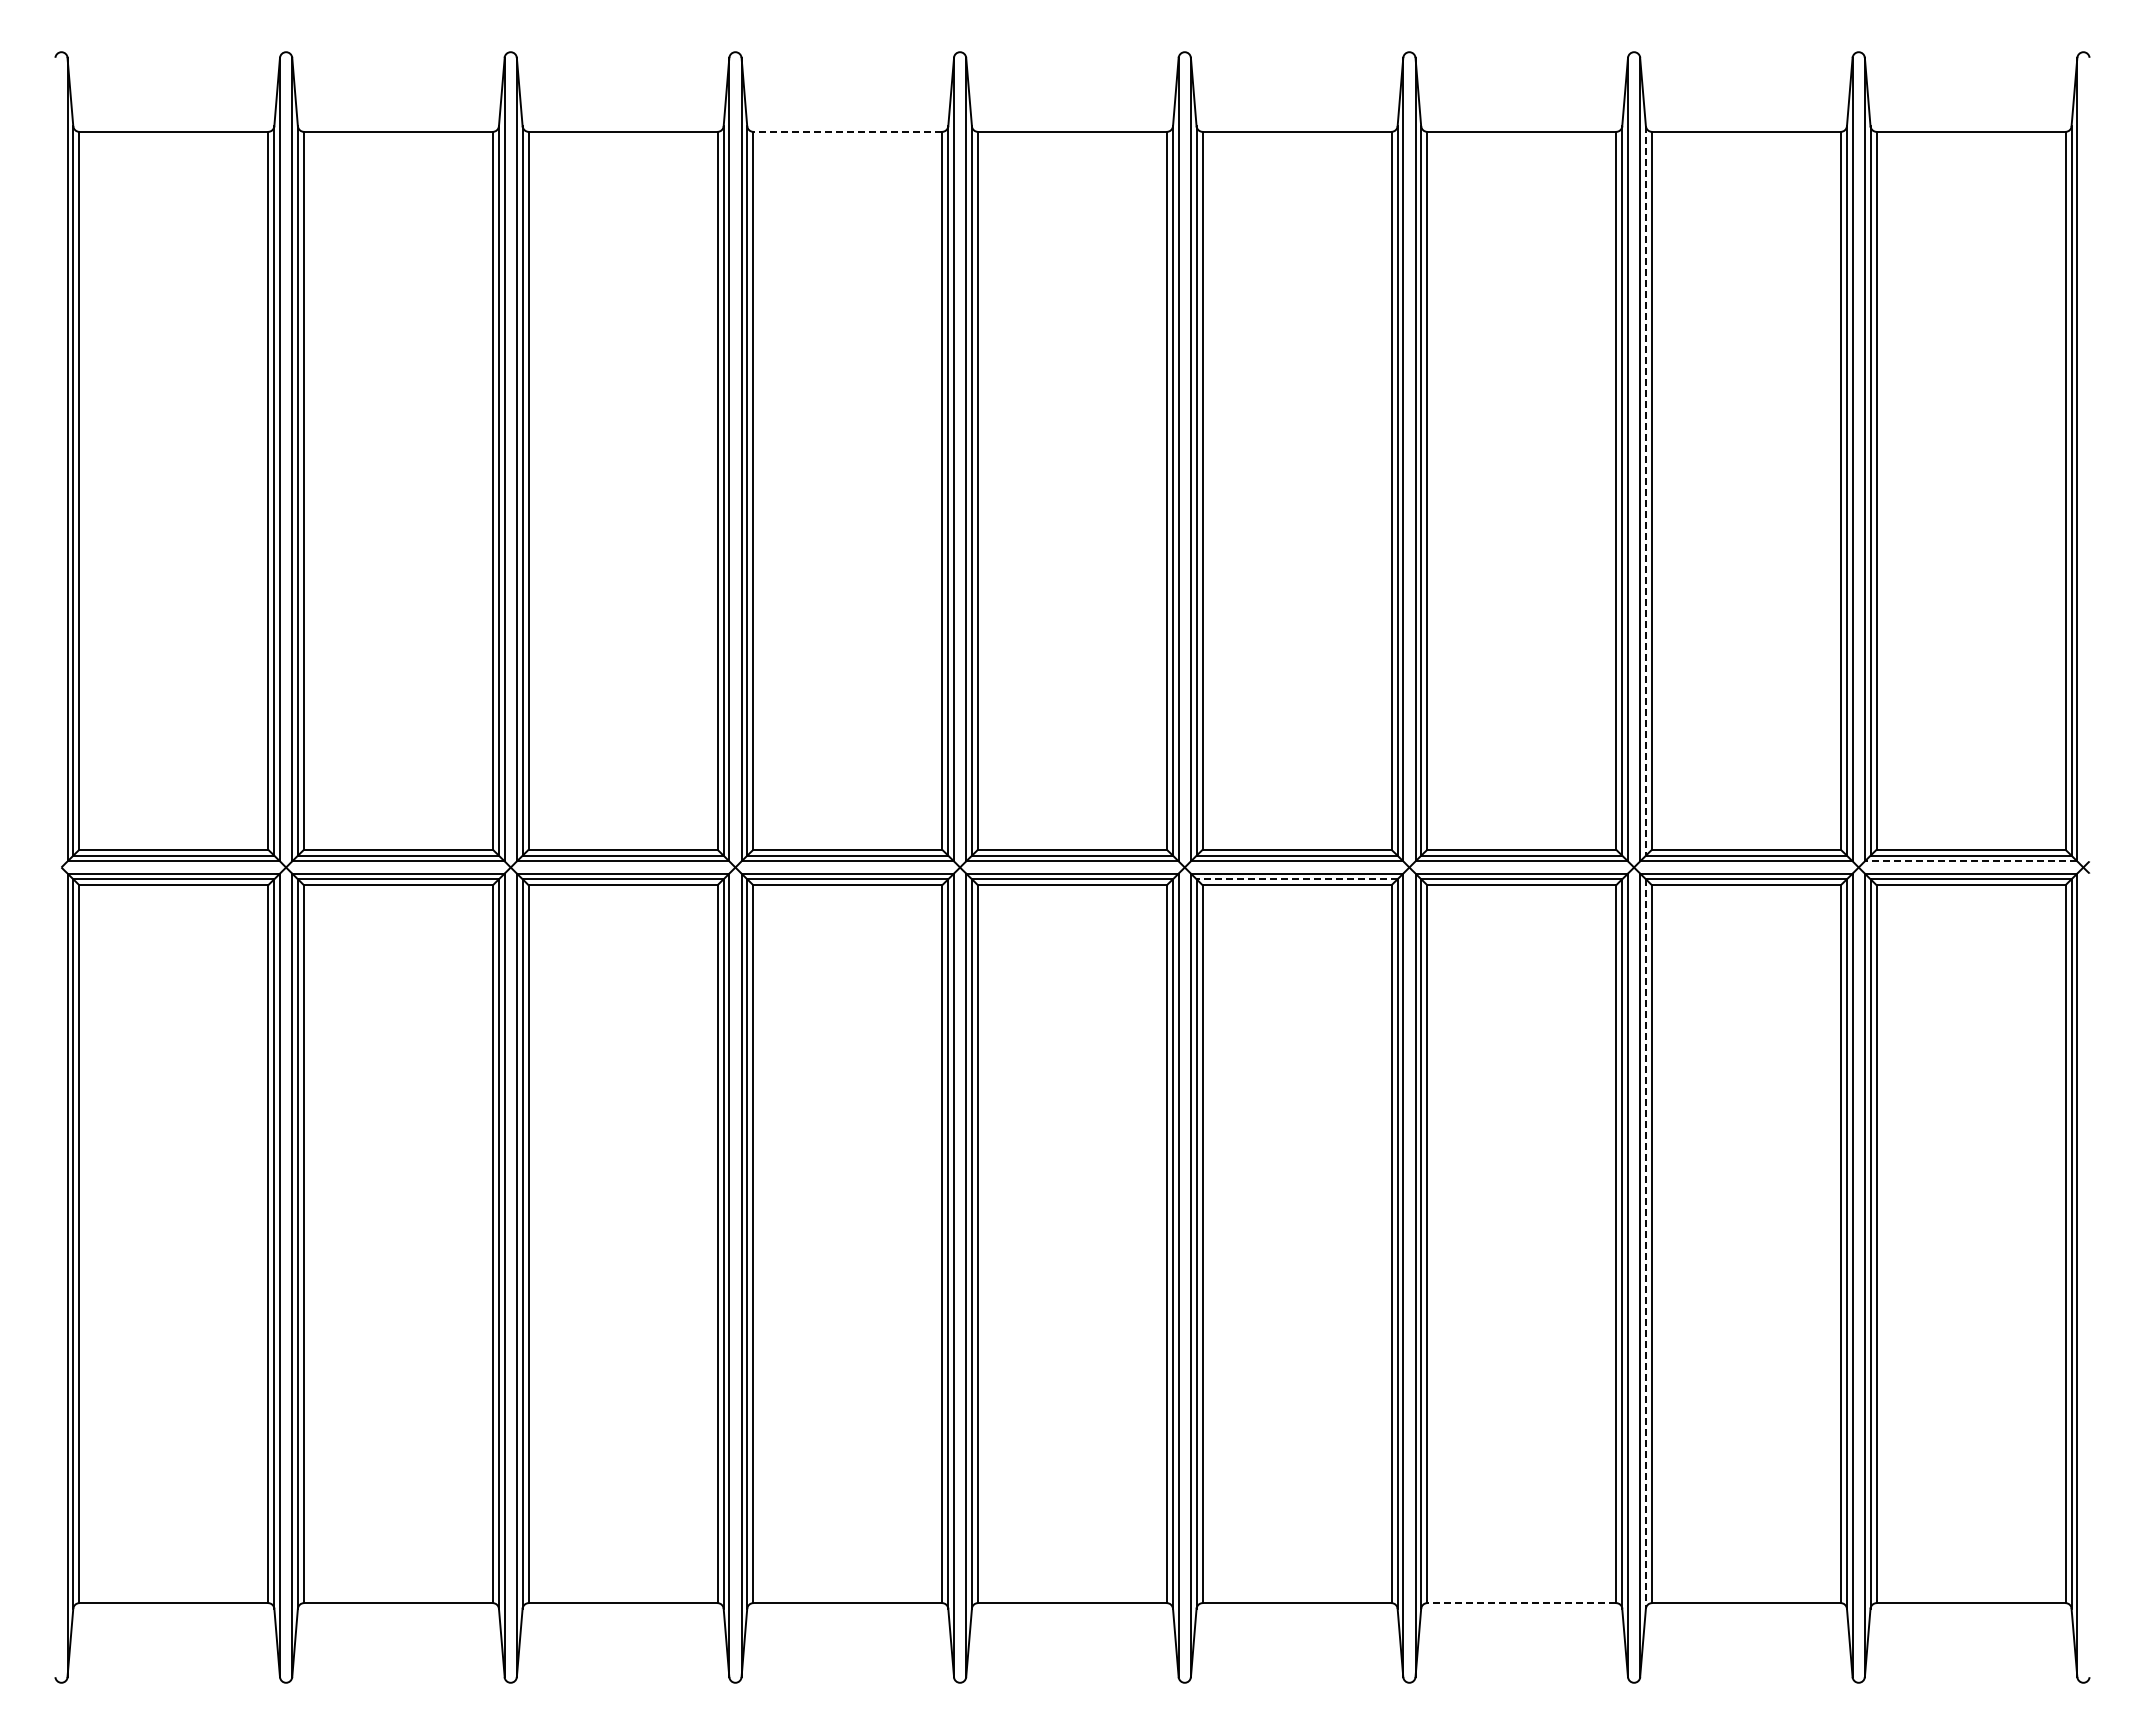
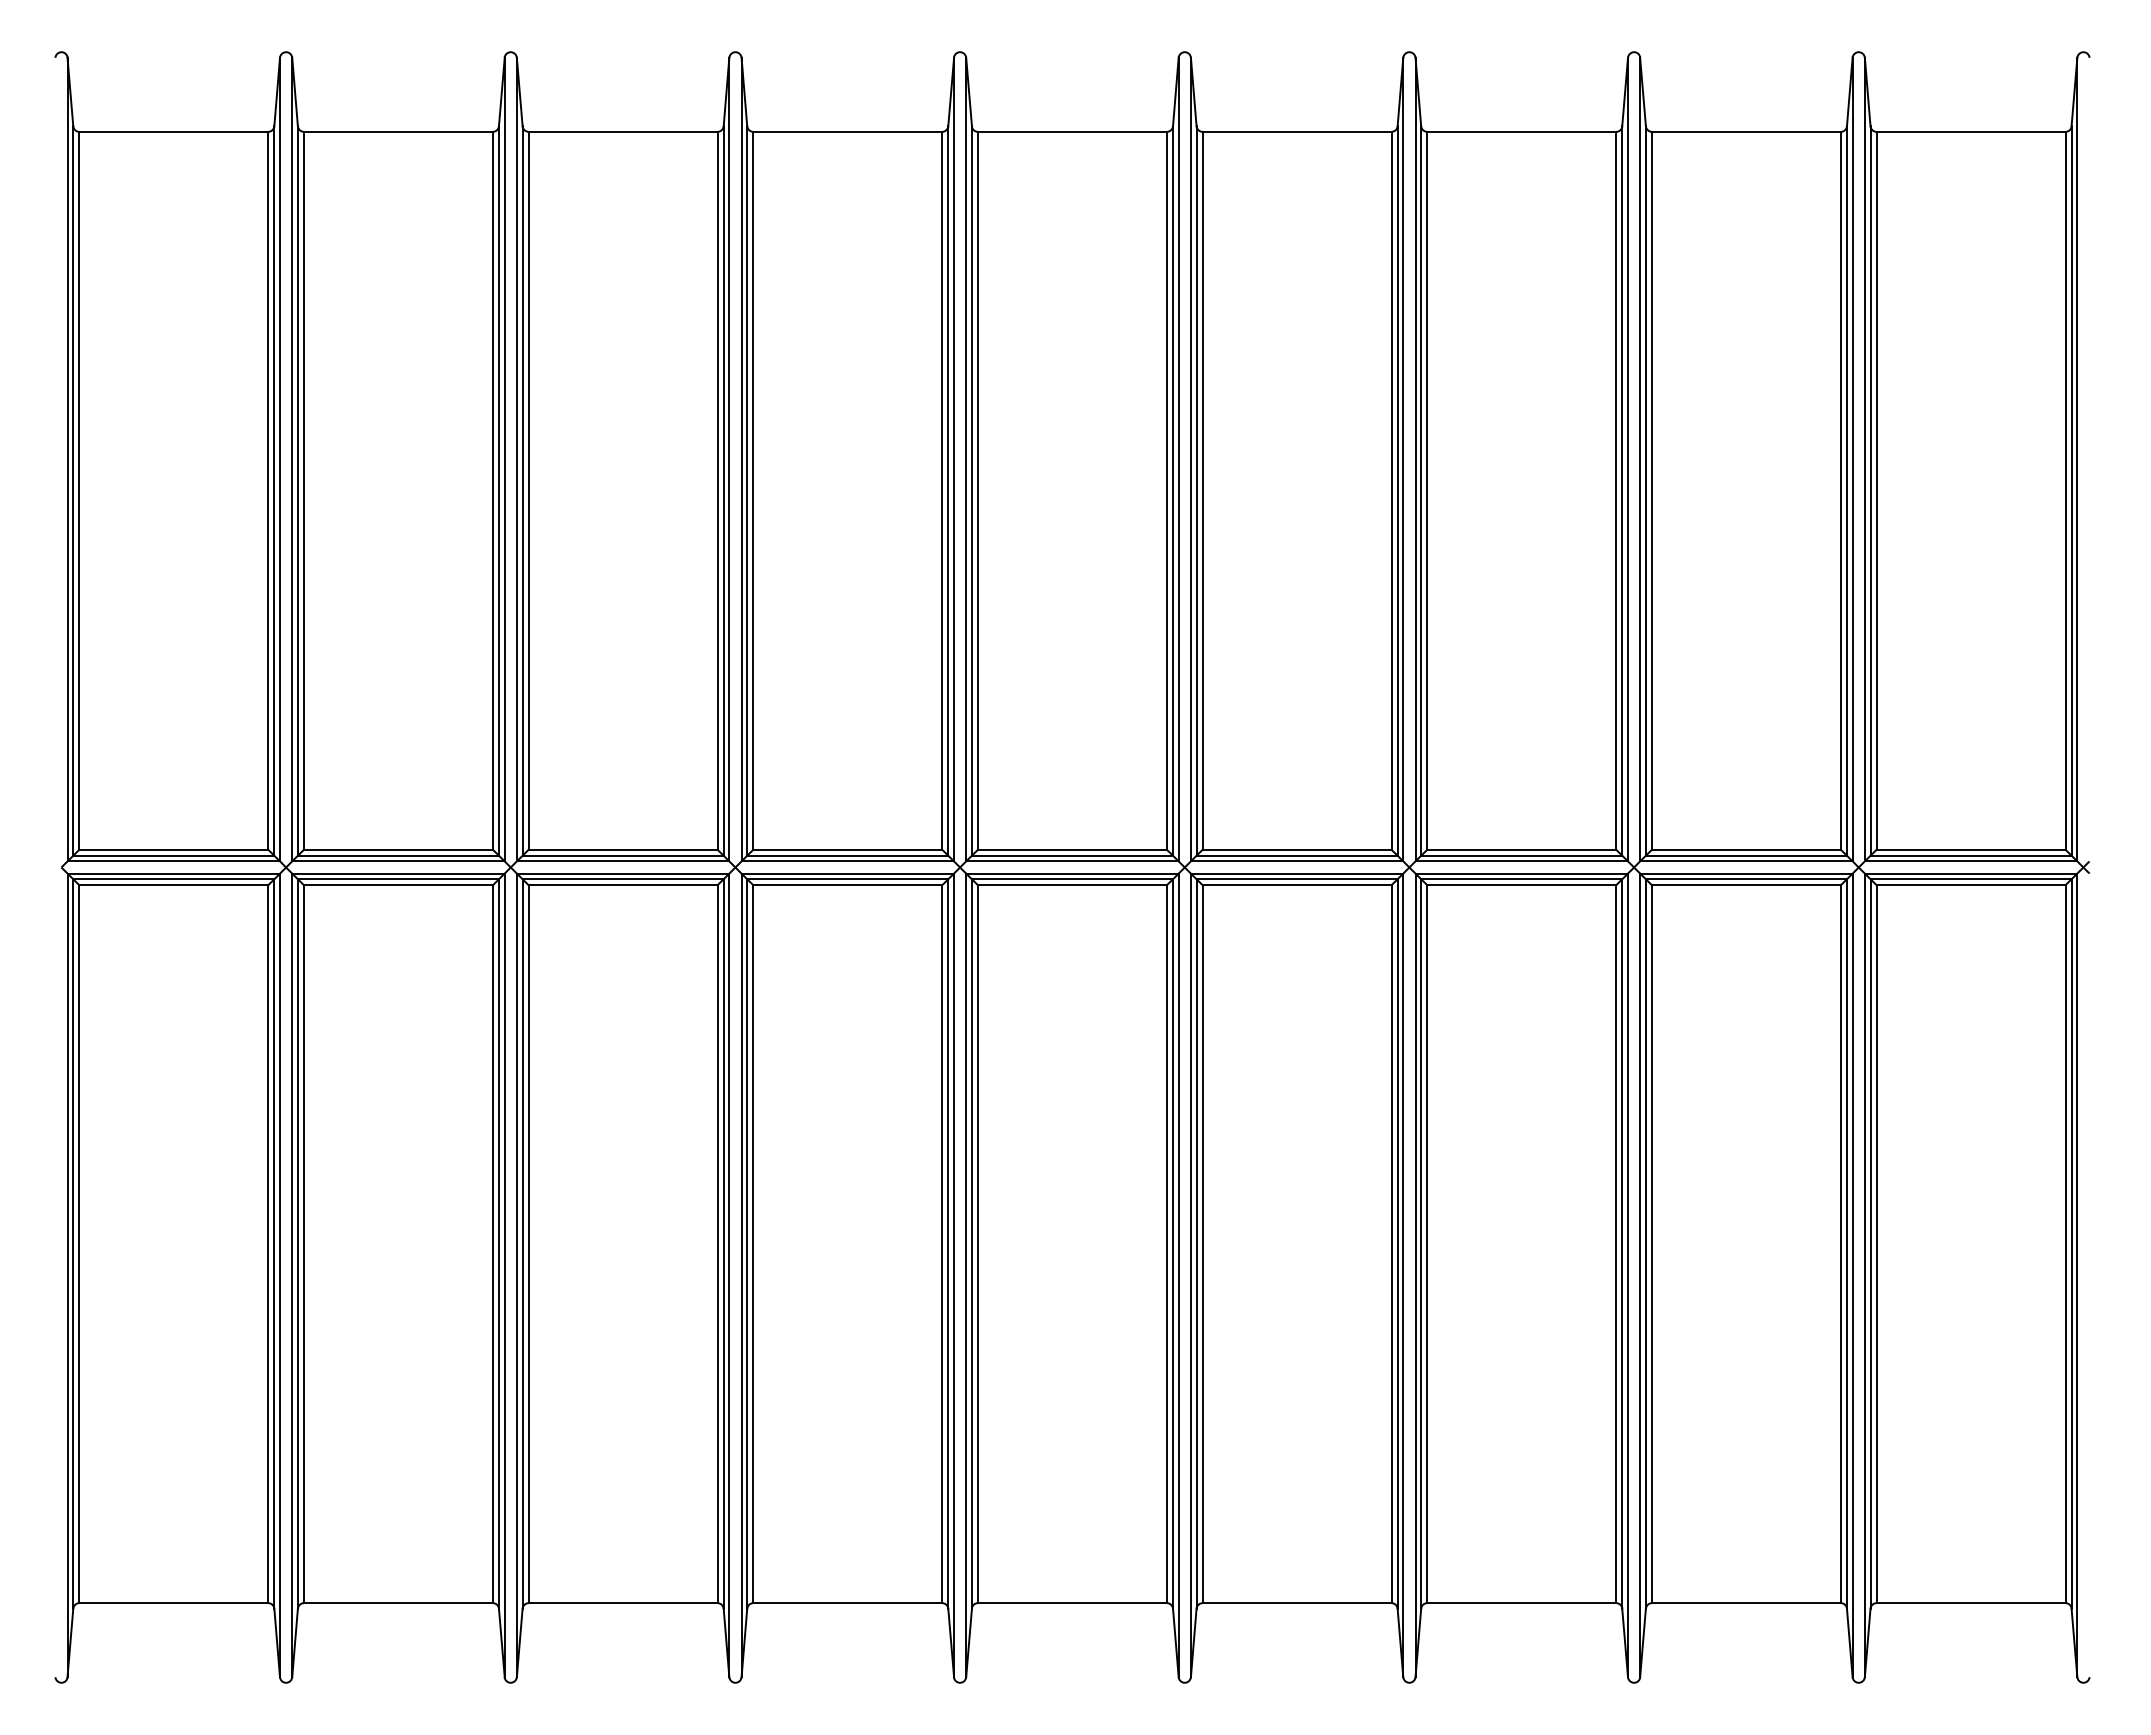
line at (847, 131): dashed -> solid
line at (1645, 491): dashed -> solid
line at (1970, 861): dashed -> solid
line at (1297, 879): dashed -> solid
line at (1645, 1244): dashed -> solid
line at (1521, 1603): dashed -> solid
